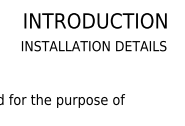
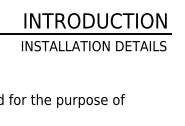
line at (86, 34): none -> present
